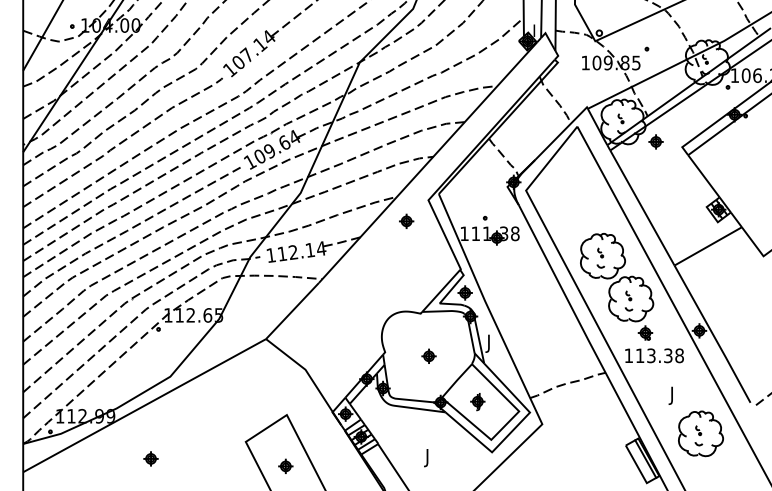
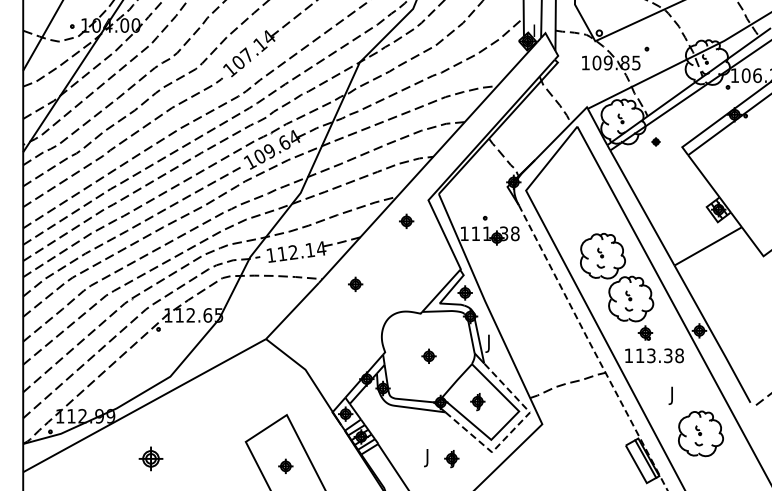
part at (655, 141) size: 16x16 px -> 10x10 px
part at (355, 283): none -> present
line at (592, 348): solid -> dashed
line at (513, 429): solid -> dashed
part at (150, 458) size: 16x16 px -> 26x26 px
part at (451, 459): none -> present
